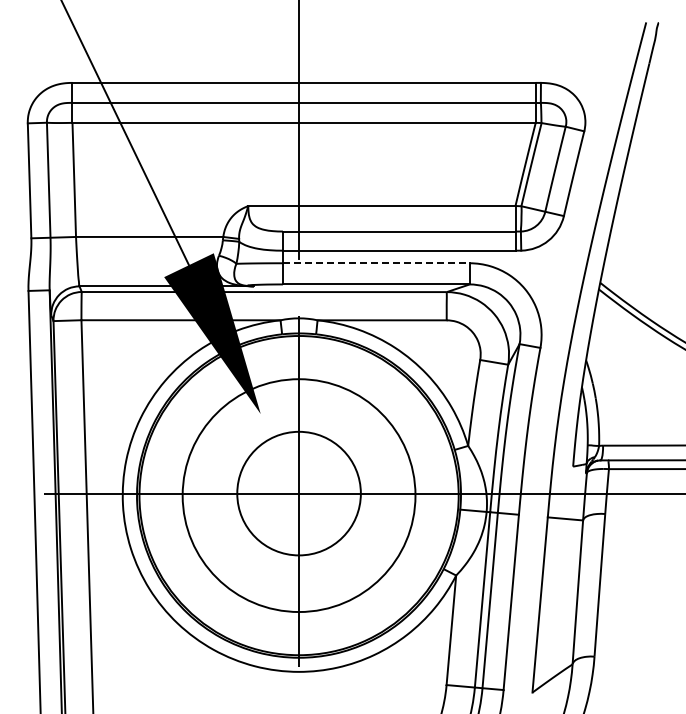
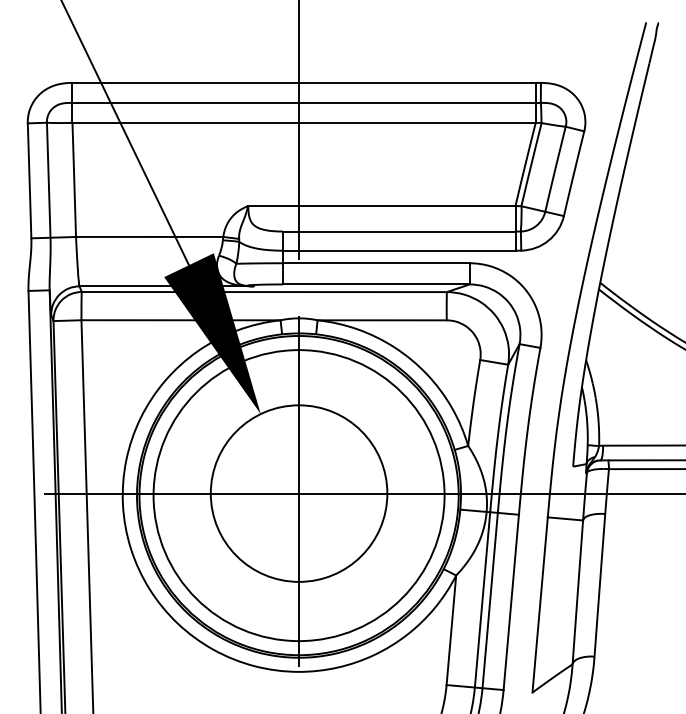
line at (376, 263): dashed -> solid
circle at (298, 493) diameter: 124 px -> 177 px
circle at (298, 495) diameter: 233 px -> 291 px
